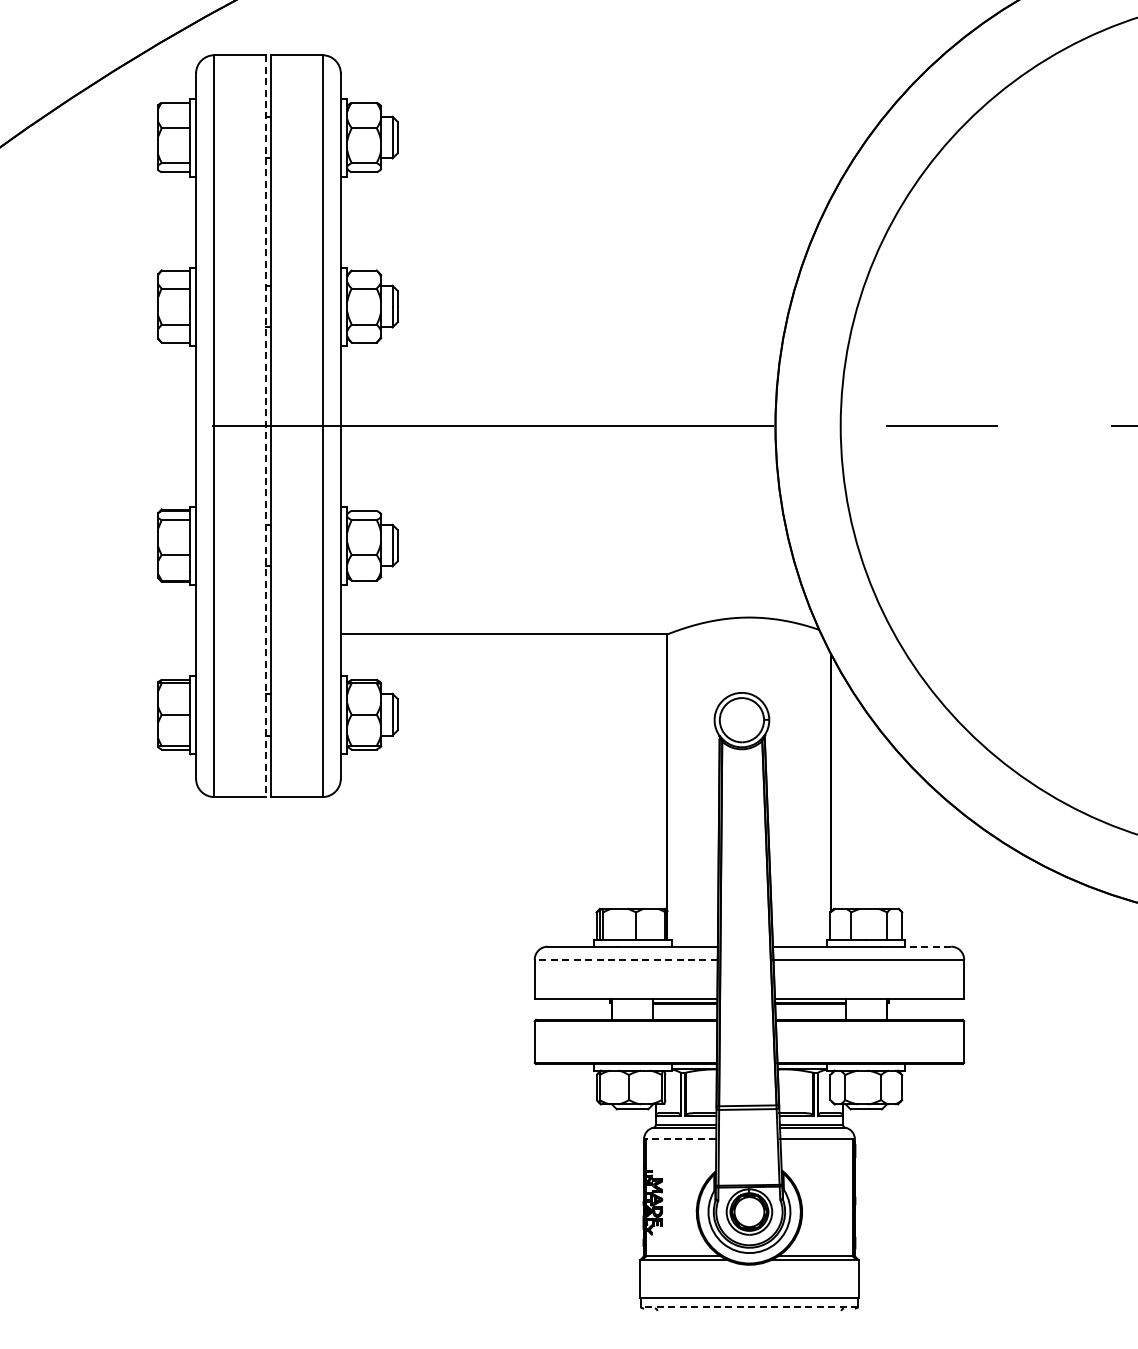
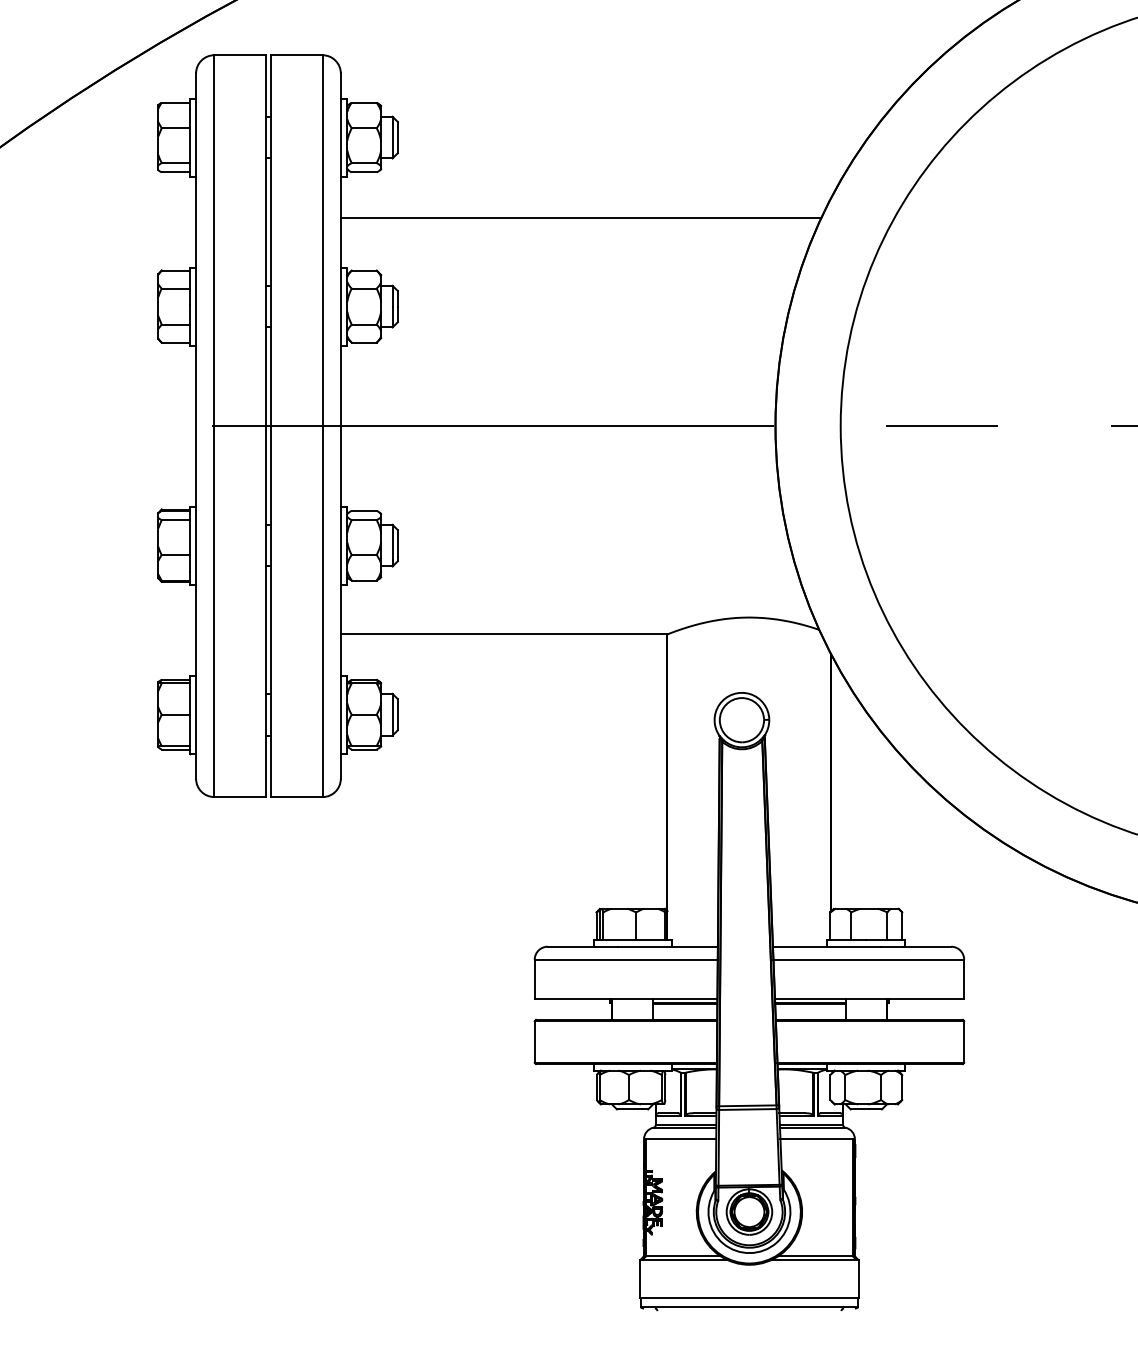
line at (580, 217): none -> present
line at (266, 426): dashed -> solid
line at (926, 946): dashed -> solid
line at (626, 959): dashed -> solid
line at (680, 1139): dashed -> solid
line at (749, 1307): dashed -> solid
